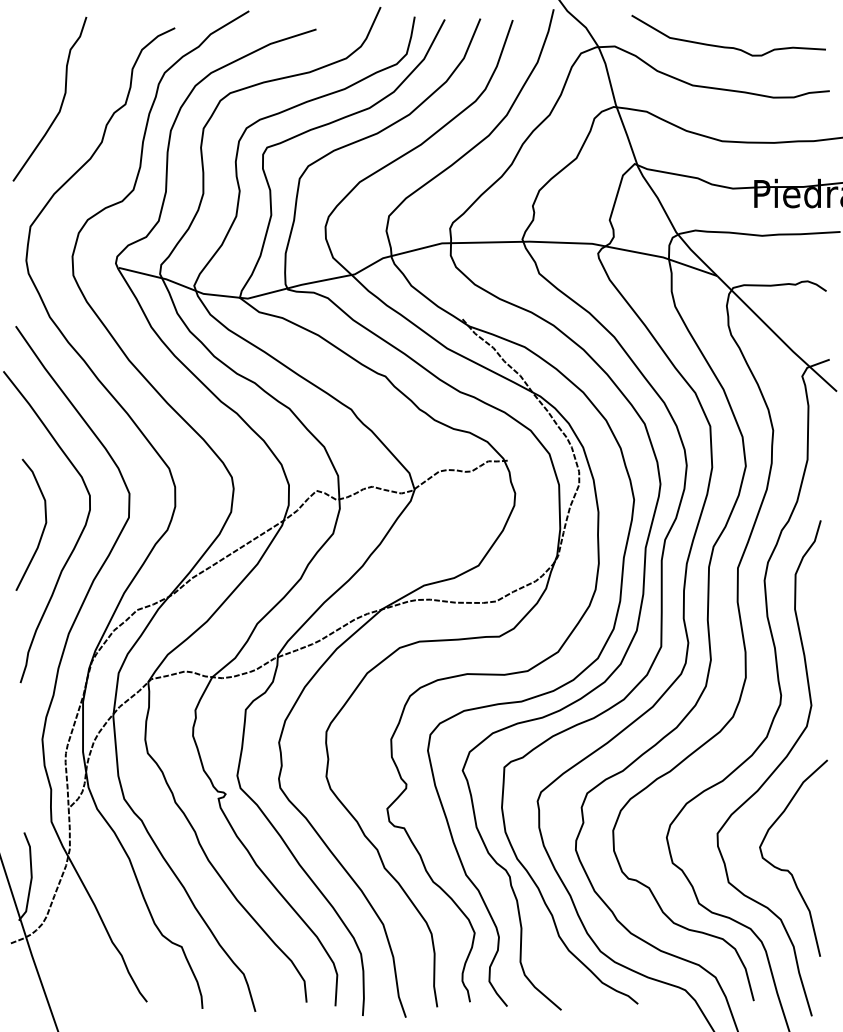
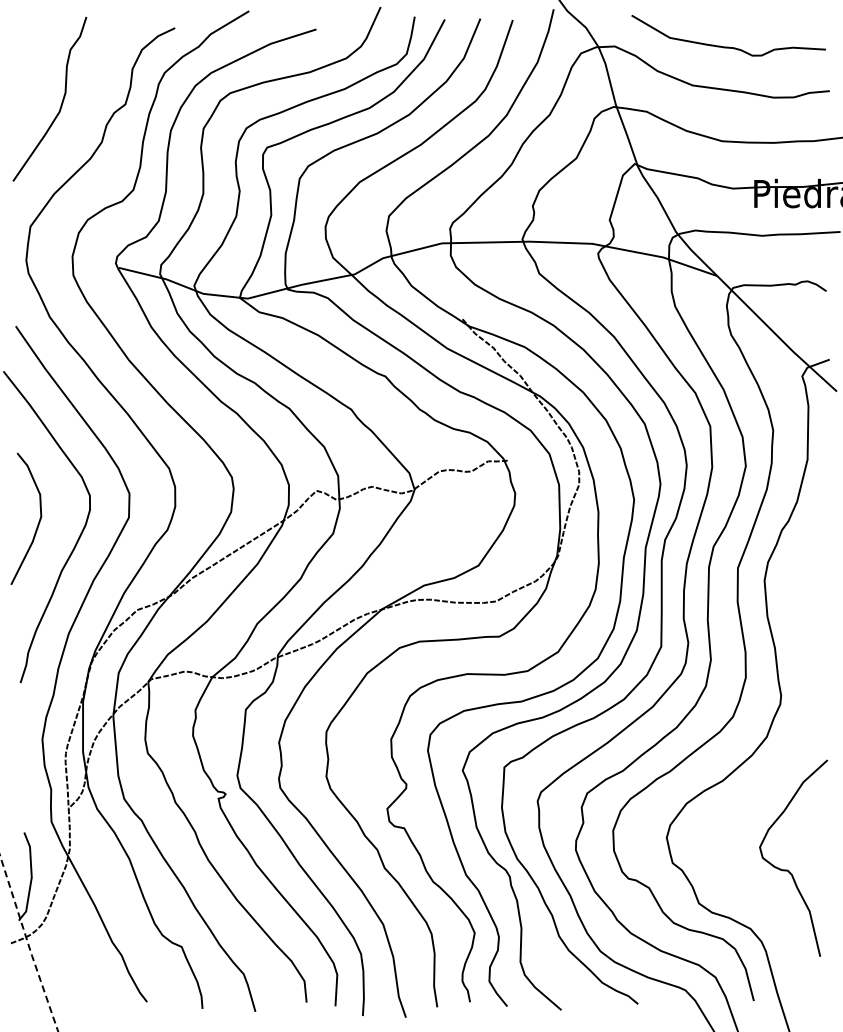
curve at (43, 527) position: (43, 527) -> (38, 521)
curve at (772, 771): present -> none
line at (28, 944): solid -> dashed
